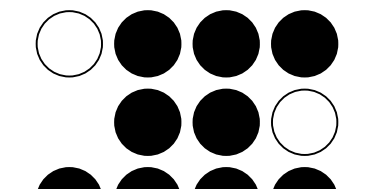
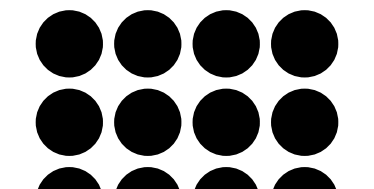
fill at (69, 43): none -> present
part at (68, 121): none -> present
fill at (304, 121): none -> present
